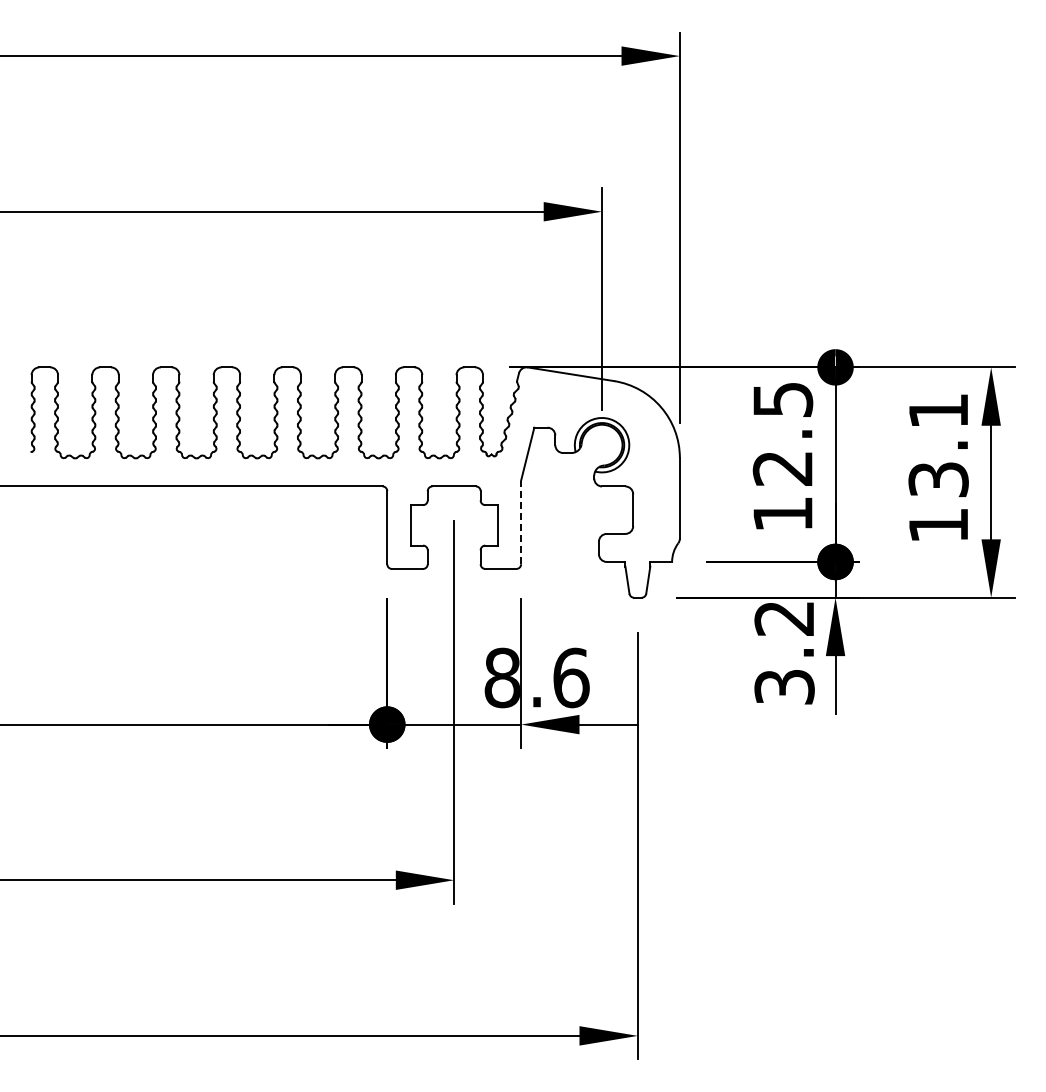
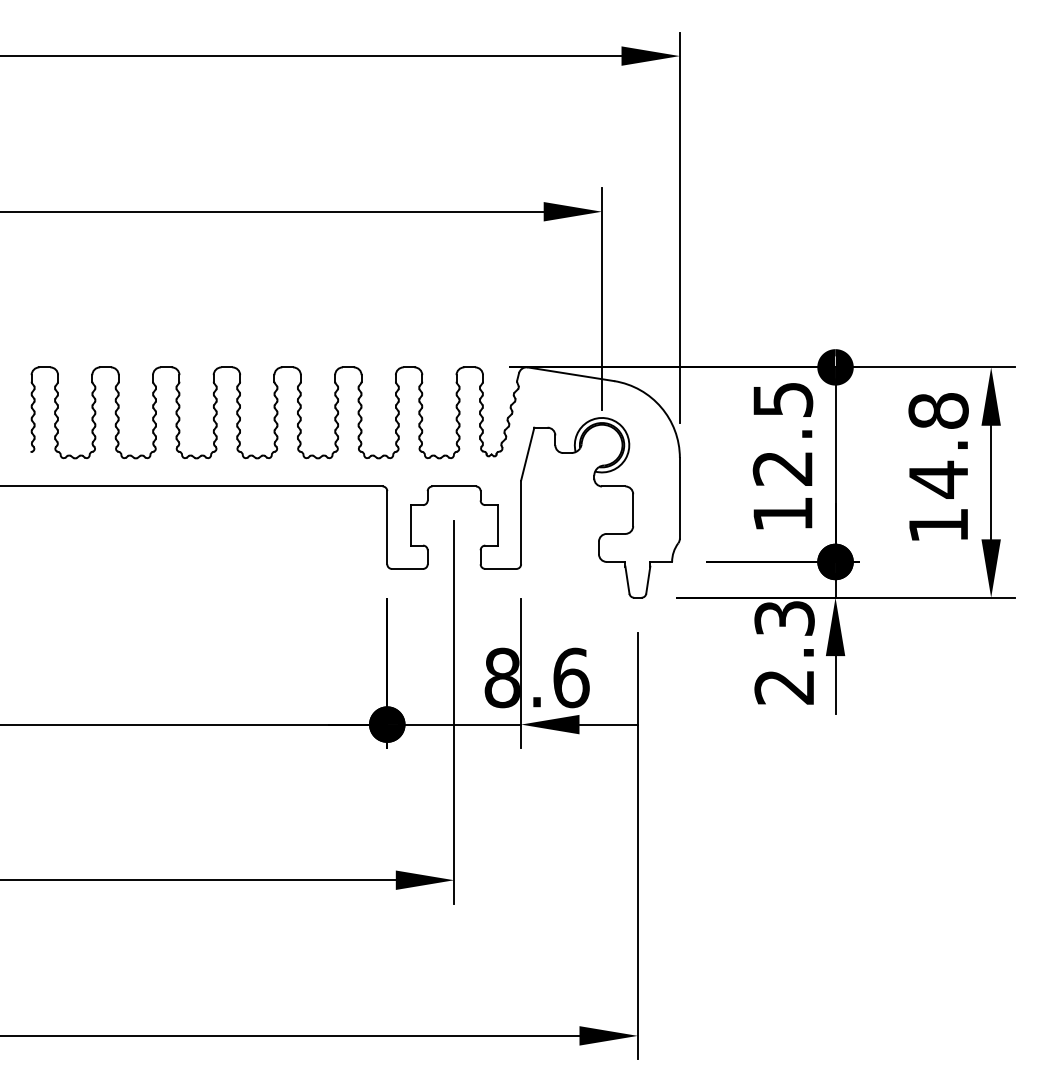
text at (938, 445): 13.1 -> 14.8
line at (521, 522): dashed -> solid
text at (784, 652): 3.2 -> 2.3
